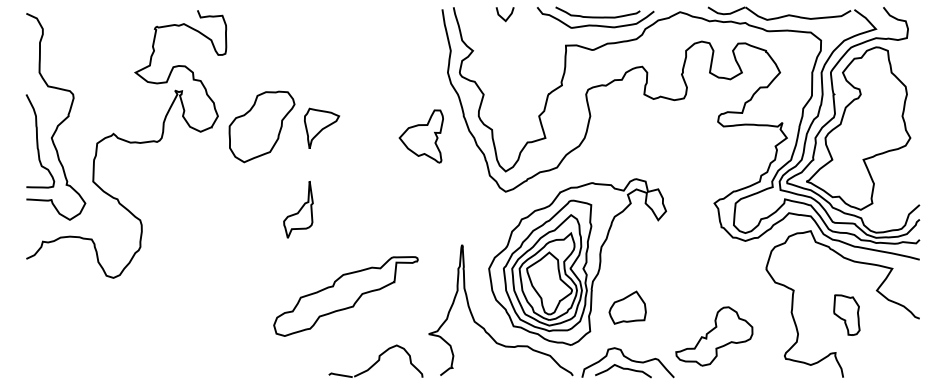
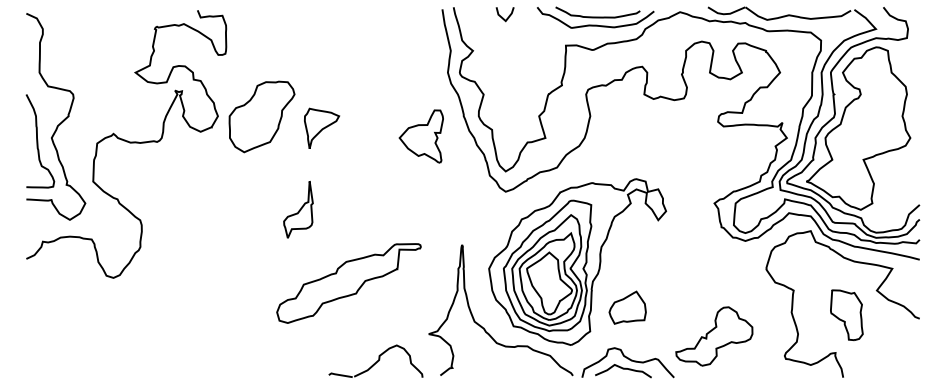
part at (261, 126) position: (261, 126) -> (261, 116)
part at (345, 296) position: (345, 296) -> (348, 283)
part at (846, 314) size: 28x42 px -> 34x52 px
